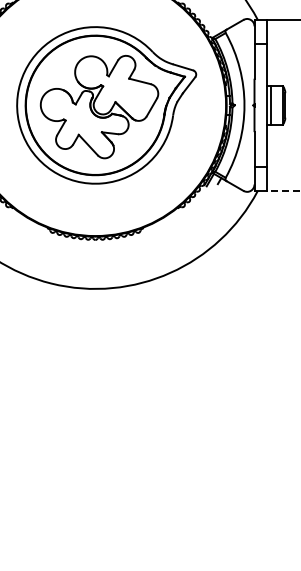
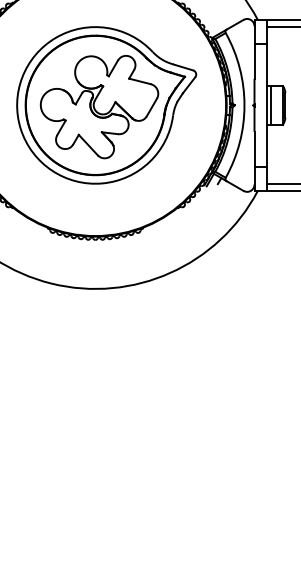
line at (281, 27): none -> present
line at (281, 183): none -> present
line at (283, 191): dashed -> solid
